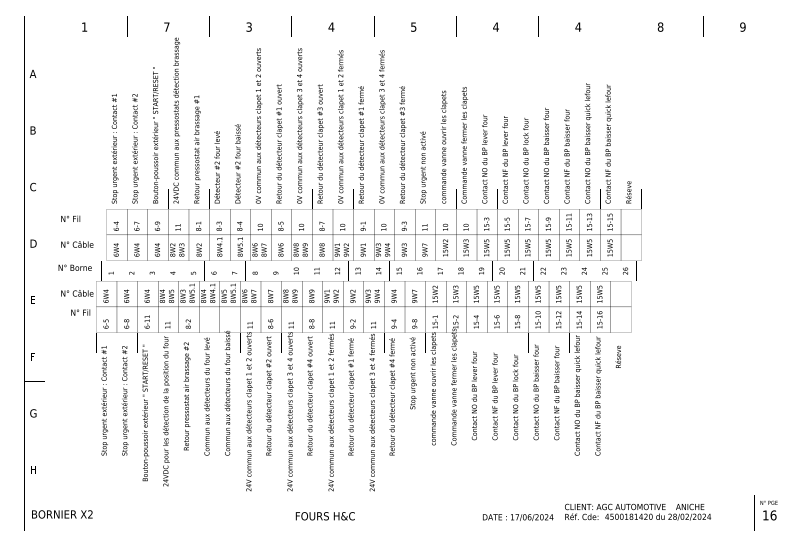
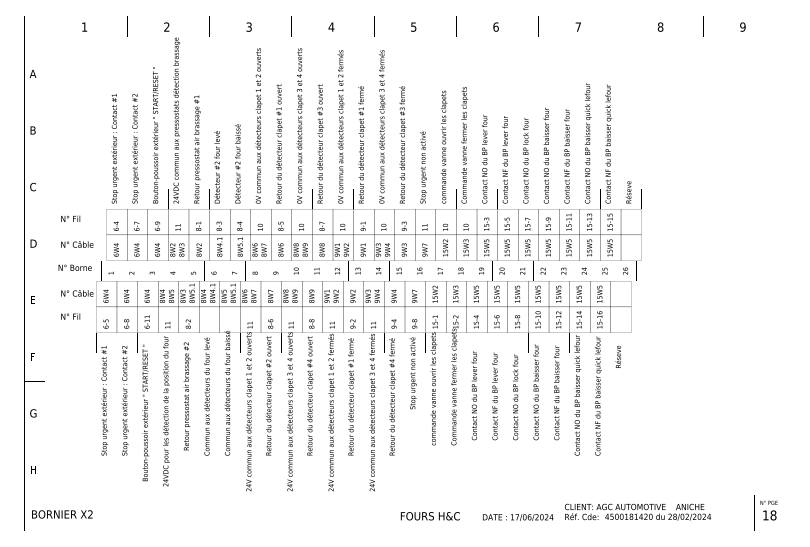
text at (166, 26): 7 -> 2
text at (495, 26): 4 -> 6
text at (578, 26): 4 -> 7
text at (80, 312) position: (80, 312) -> (70, 316)
text at (773, 515): 16 -> 18
text at (324, 516) position: (324, 516) -> (429, 516)
